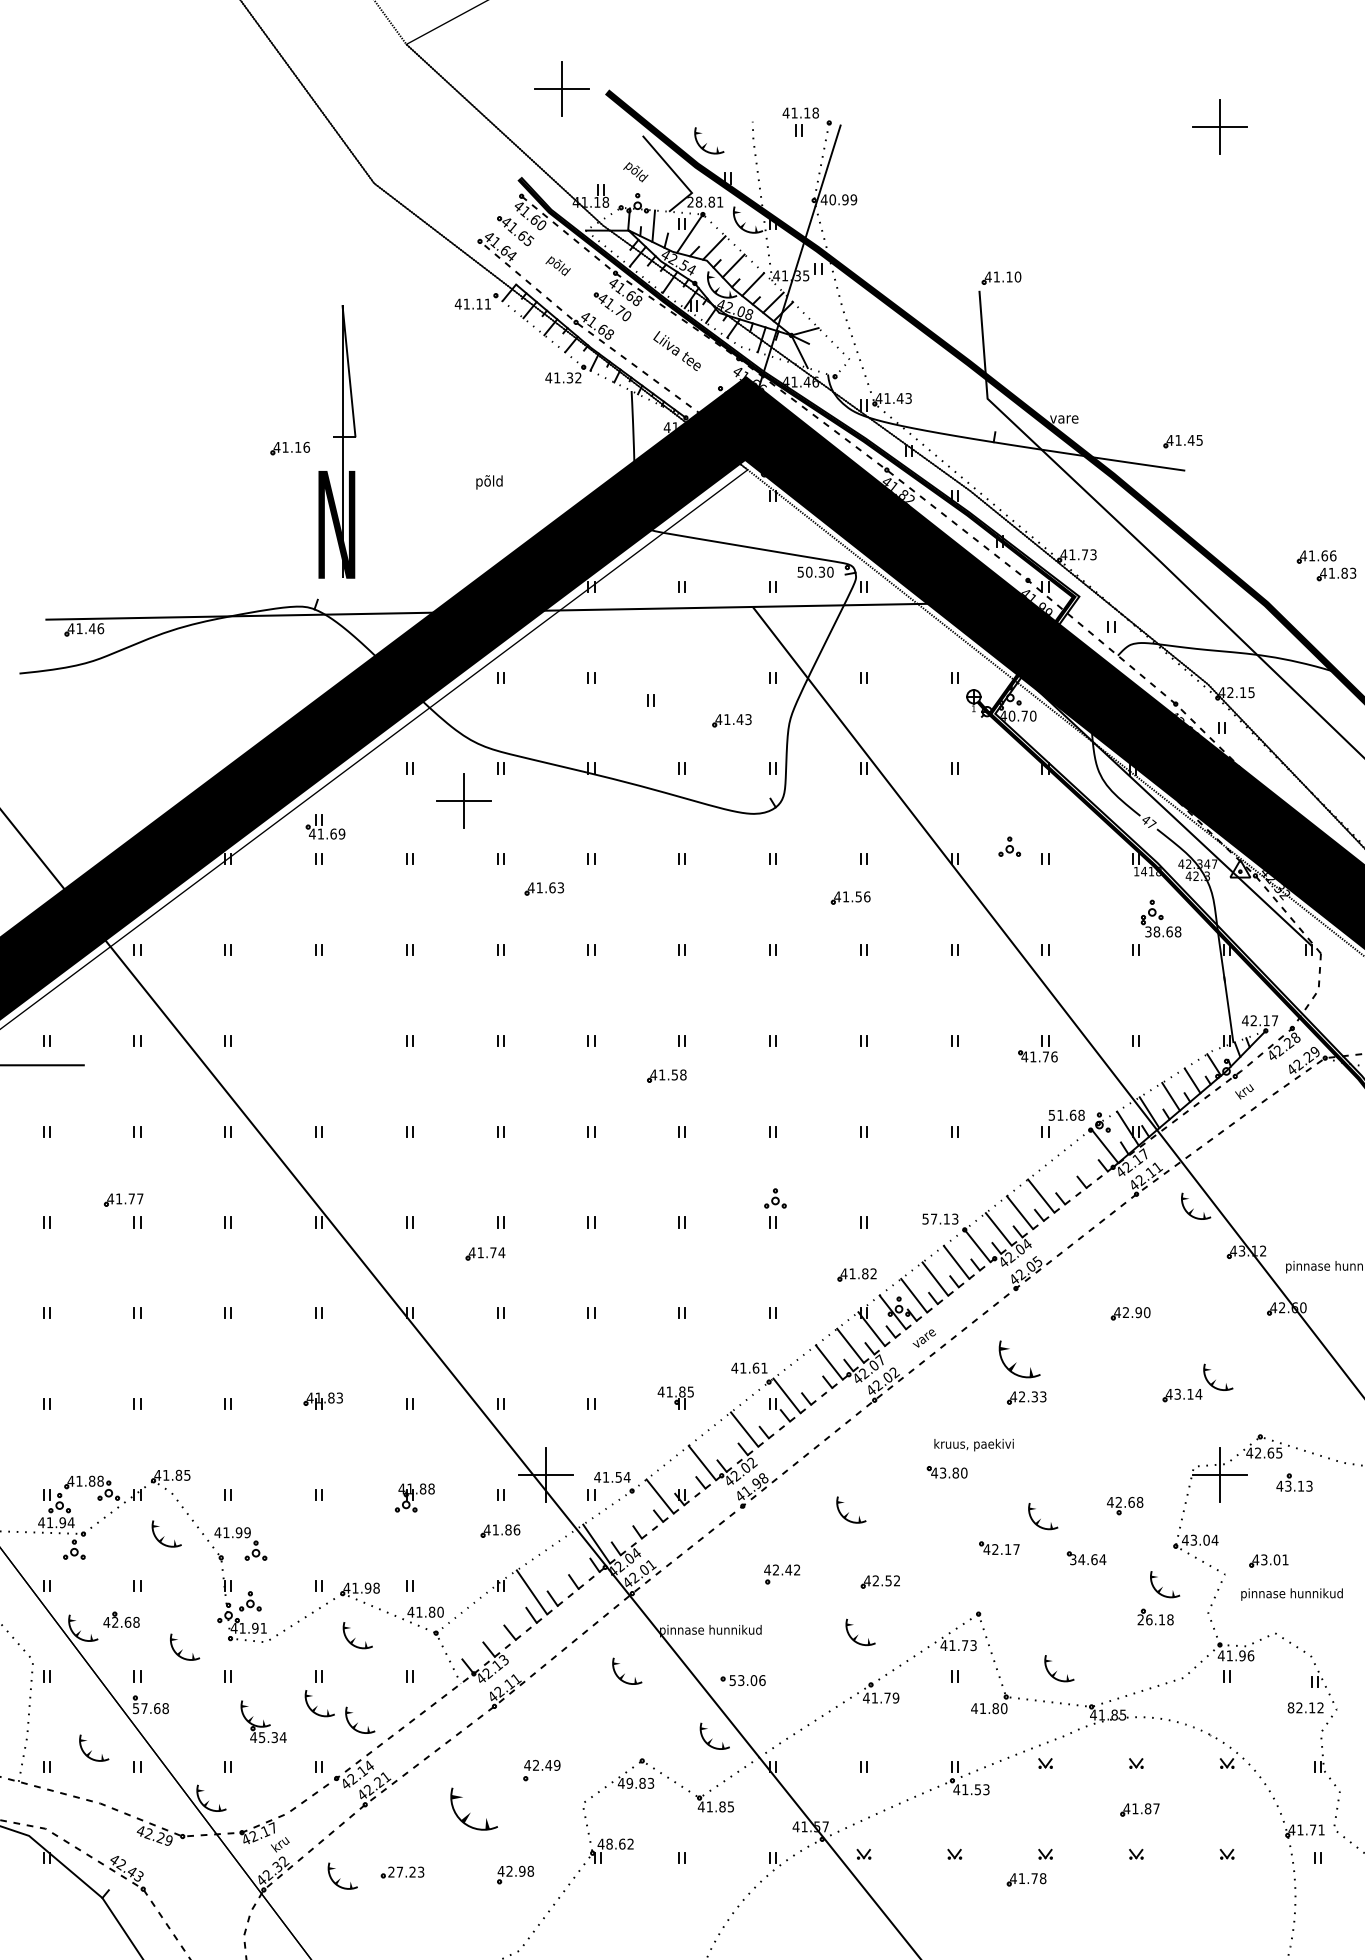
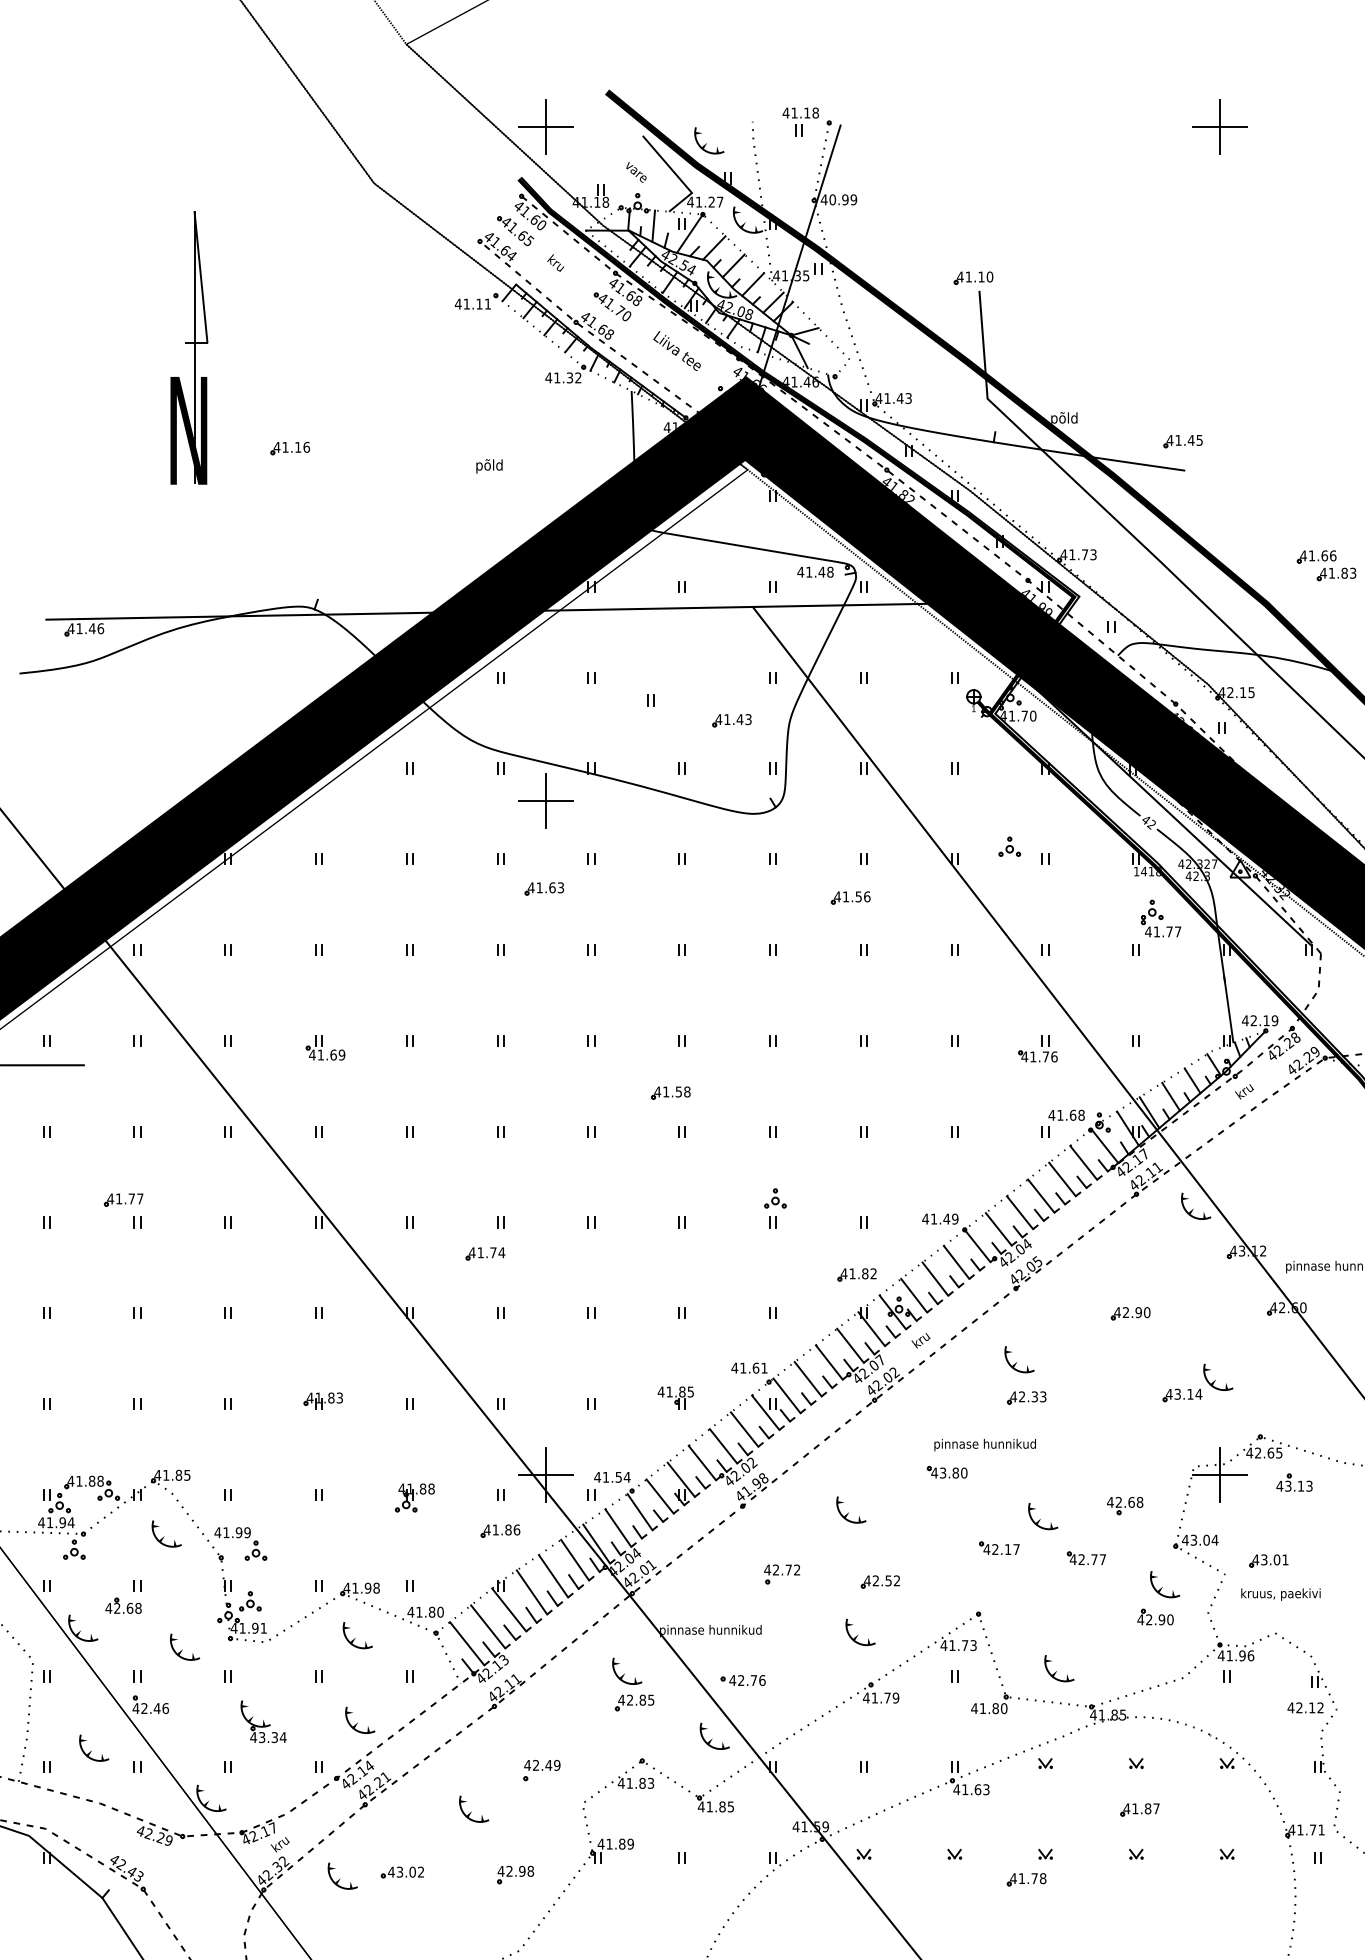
part at (561, 88) position: (561, 88) -> (545, 126)
text at (635, 172): põld -> vare
text at (705, 201): 28.81 -> 41.27
text at (557, 265): põld -> kru
part at (1001, 277) position: (1001, 277) -> (973, 277)
text at (1064, 417): vare -> põld
part at (337, 441) position: (337, 441) -> (189, 347)
text at (489, 482) position: (489, 482) -> (489, 466)
text at (815, 571): 50.30 -> 41.48
text at (1011, 715): 40.70 -> 41.70
part at (463, 800) position: (463, 800) -> (545, 800)
text at (1151, 824): 47 -> 42
part at (325, 826) position: (325, 826) -> (325, 1047)
text at (1207, 863): 42.347 -> 42.327
text at (1163, 931): 38.68 -> 41.77
text at (1274, 1020): 42.17 -> 42.19
part at (666, 1075) position: (666, 1075) -> (670, 1092)
text at (1051, 1115): 51.68 -> 41.68
line at (1083, 1162): none -> present
line at (1062, 1179): none -> present
text at (940, 1218): 57.13 -> 41.49
text at (923, 1338): vare -> kru
part at (1019, 1359) size: 43x39 px -> 31x28 px
line at (807, 1379): none -> present
line at (765, 1412): none -> present
text at (984, 1444): kruus, paekivi -> pinnase hunnikud
line at (723, 1446): none -> present
line at (680, 1479): none -> present
line at (639, 1512): none -> present
line at (618, 1527): none -> present
line at (575, 1559): none -> present
text at (1087, 1559): 34.64 -> 42.77
text at (788, 1569): 42.42 -> 42.72
line at (553, 1576): none -> present
text at (1291, 1594): pinnase hunnikud -> kruus, paekivi
line at (509, 1609): none -> present
part at (121, 1619) position: (121, 1619) -> (123, 1605)
text at (1155, 1619): 26.18 -> 42.90
line at (488, 1626): none -> present
line at (467, 1643): none -> present
text at (743, 1680): 53.06 -> 42.76
part at (634, 1702): none -> present
part at (319, 1703): present -> none
text at (1290, 1707): 82.12 -> 42.12
text at (150, 1708): 57.68 -> 42.46
text at (262, 1736): 45.34 -> 43.34
text at (629, 1782): 49.83 -> 41.83
text at (977, 1789): 41.53 -> 41.63
part at (473, 1808) size: 48x44 px -> 31x28 px
text at (825, 1826): 41.57 -> 41.59
text at (619, 1843): 48.62 -> 41.89
text at (406, 1871): 27.23 -> 43.02
